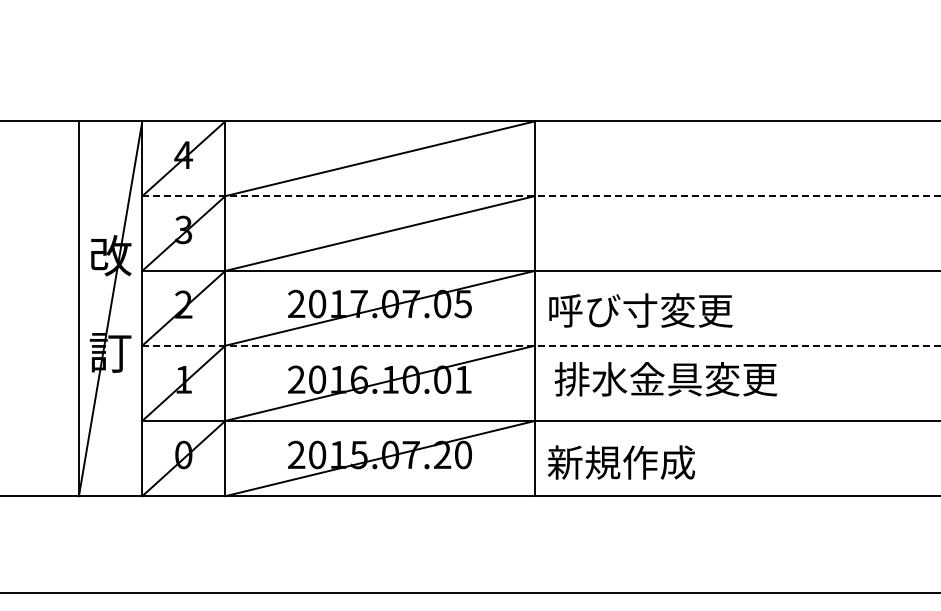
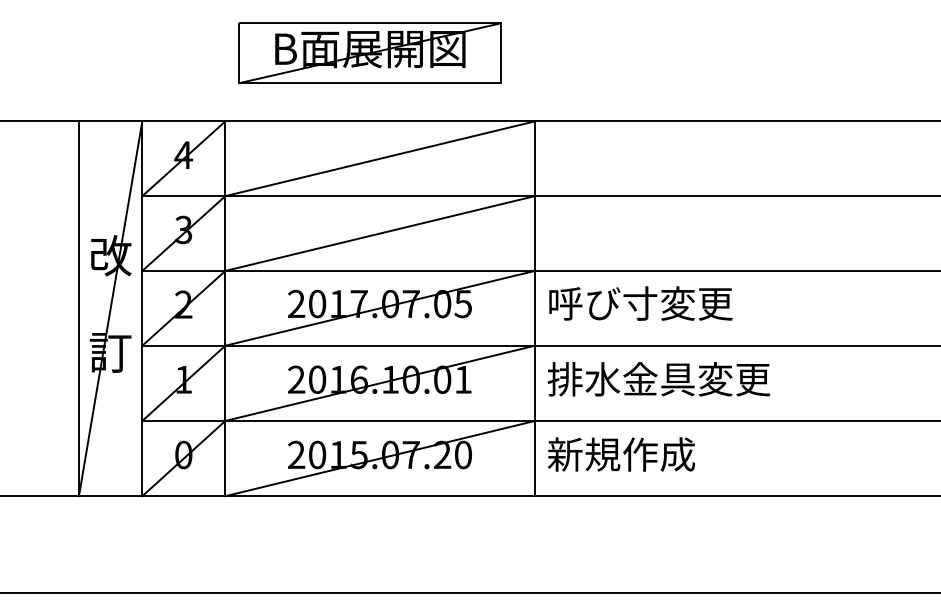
part at (369, 53): none -> present
line at (541, 196): dashed -> solid
text at (640, 310) position: (640, 310) -> (640, 303)
line at (541, 345): dashed -> solid
text at (665, 379) position: (665, 379) -> (658, 379)
text at (621, 462) position: (621, 462) -> (621, 454)
